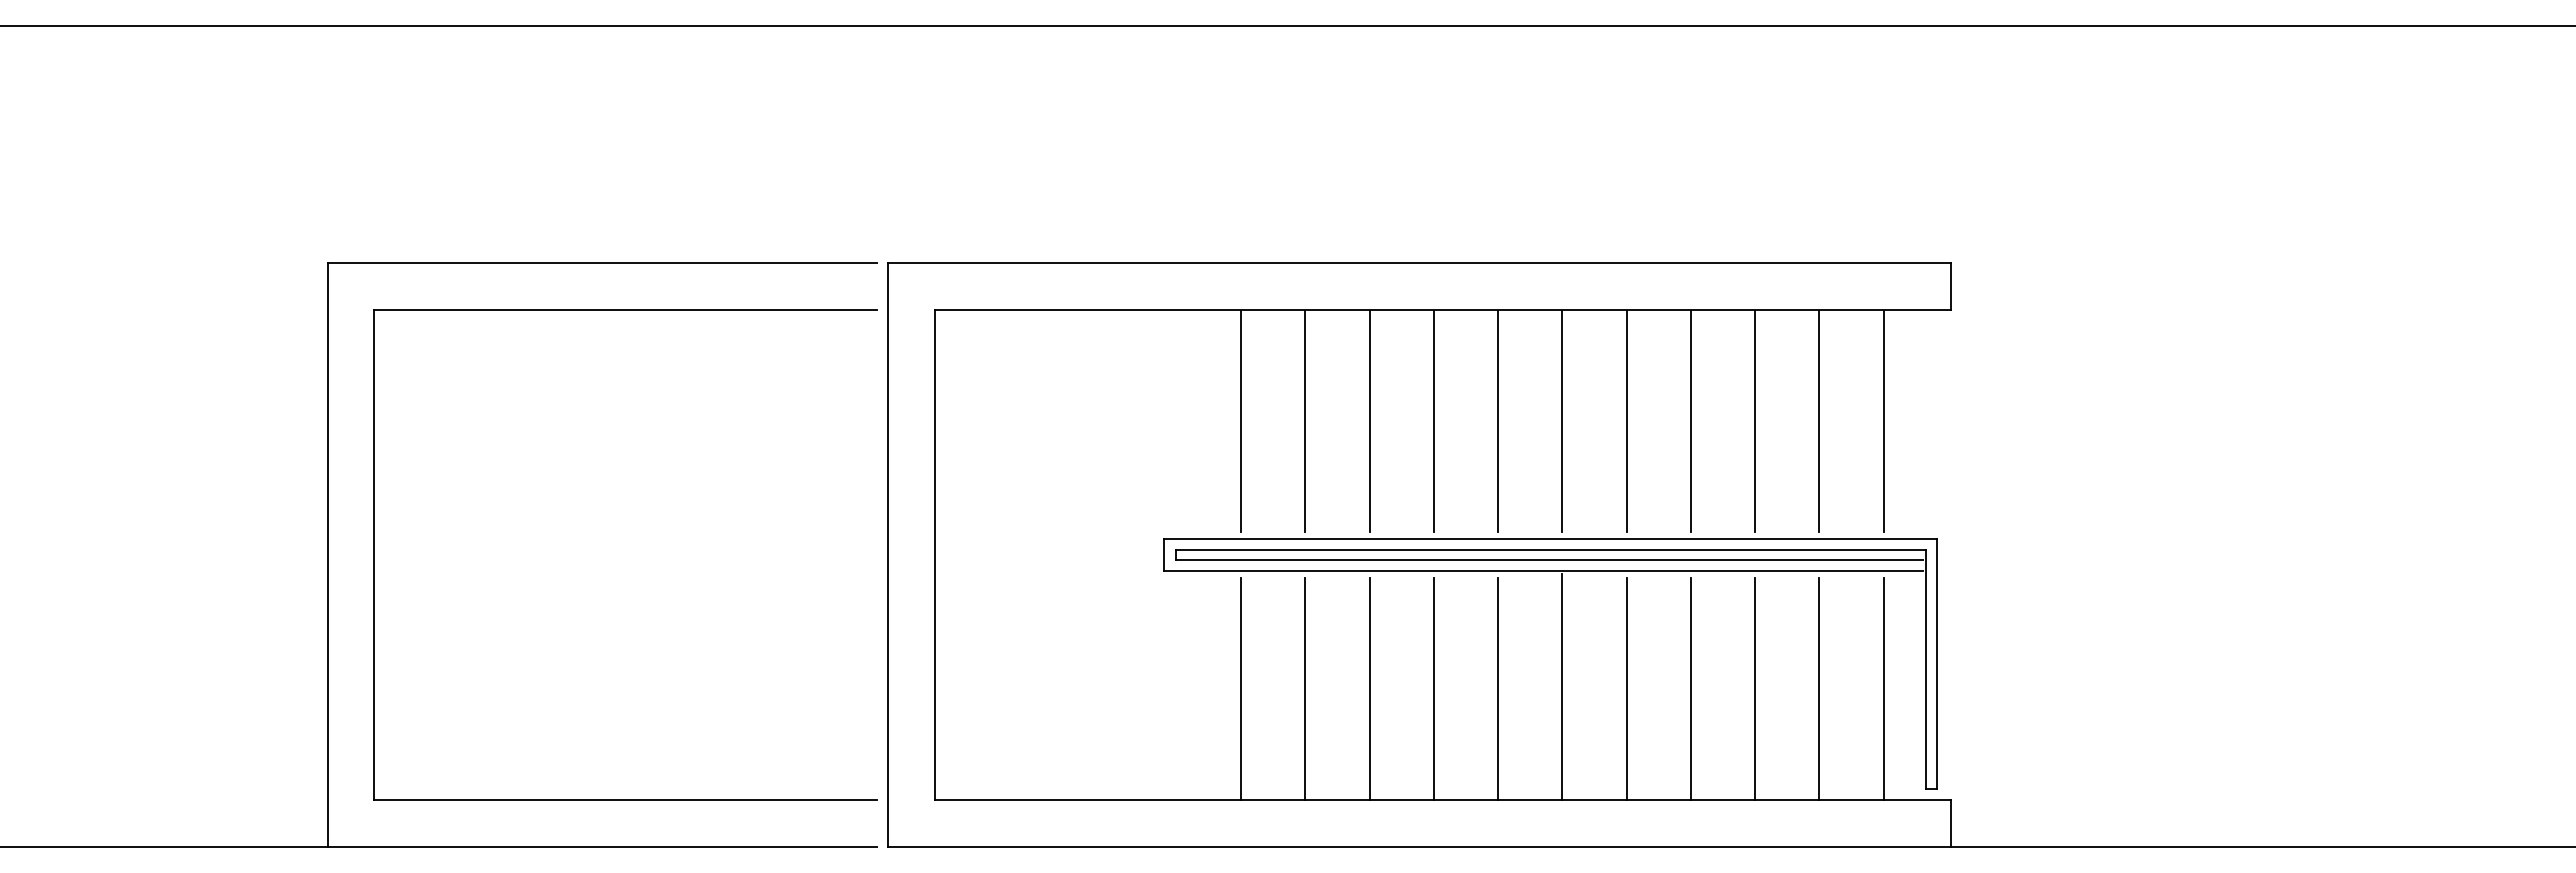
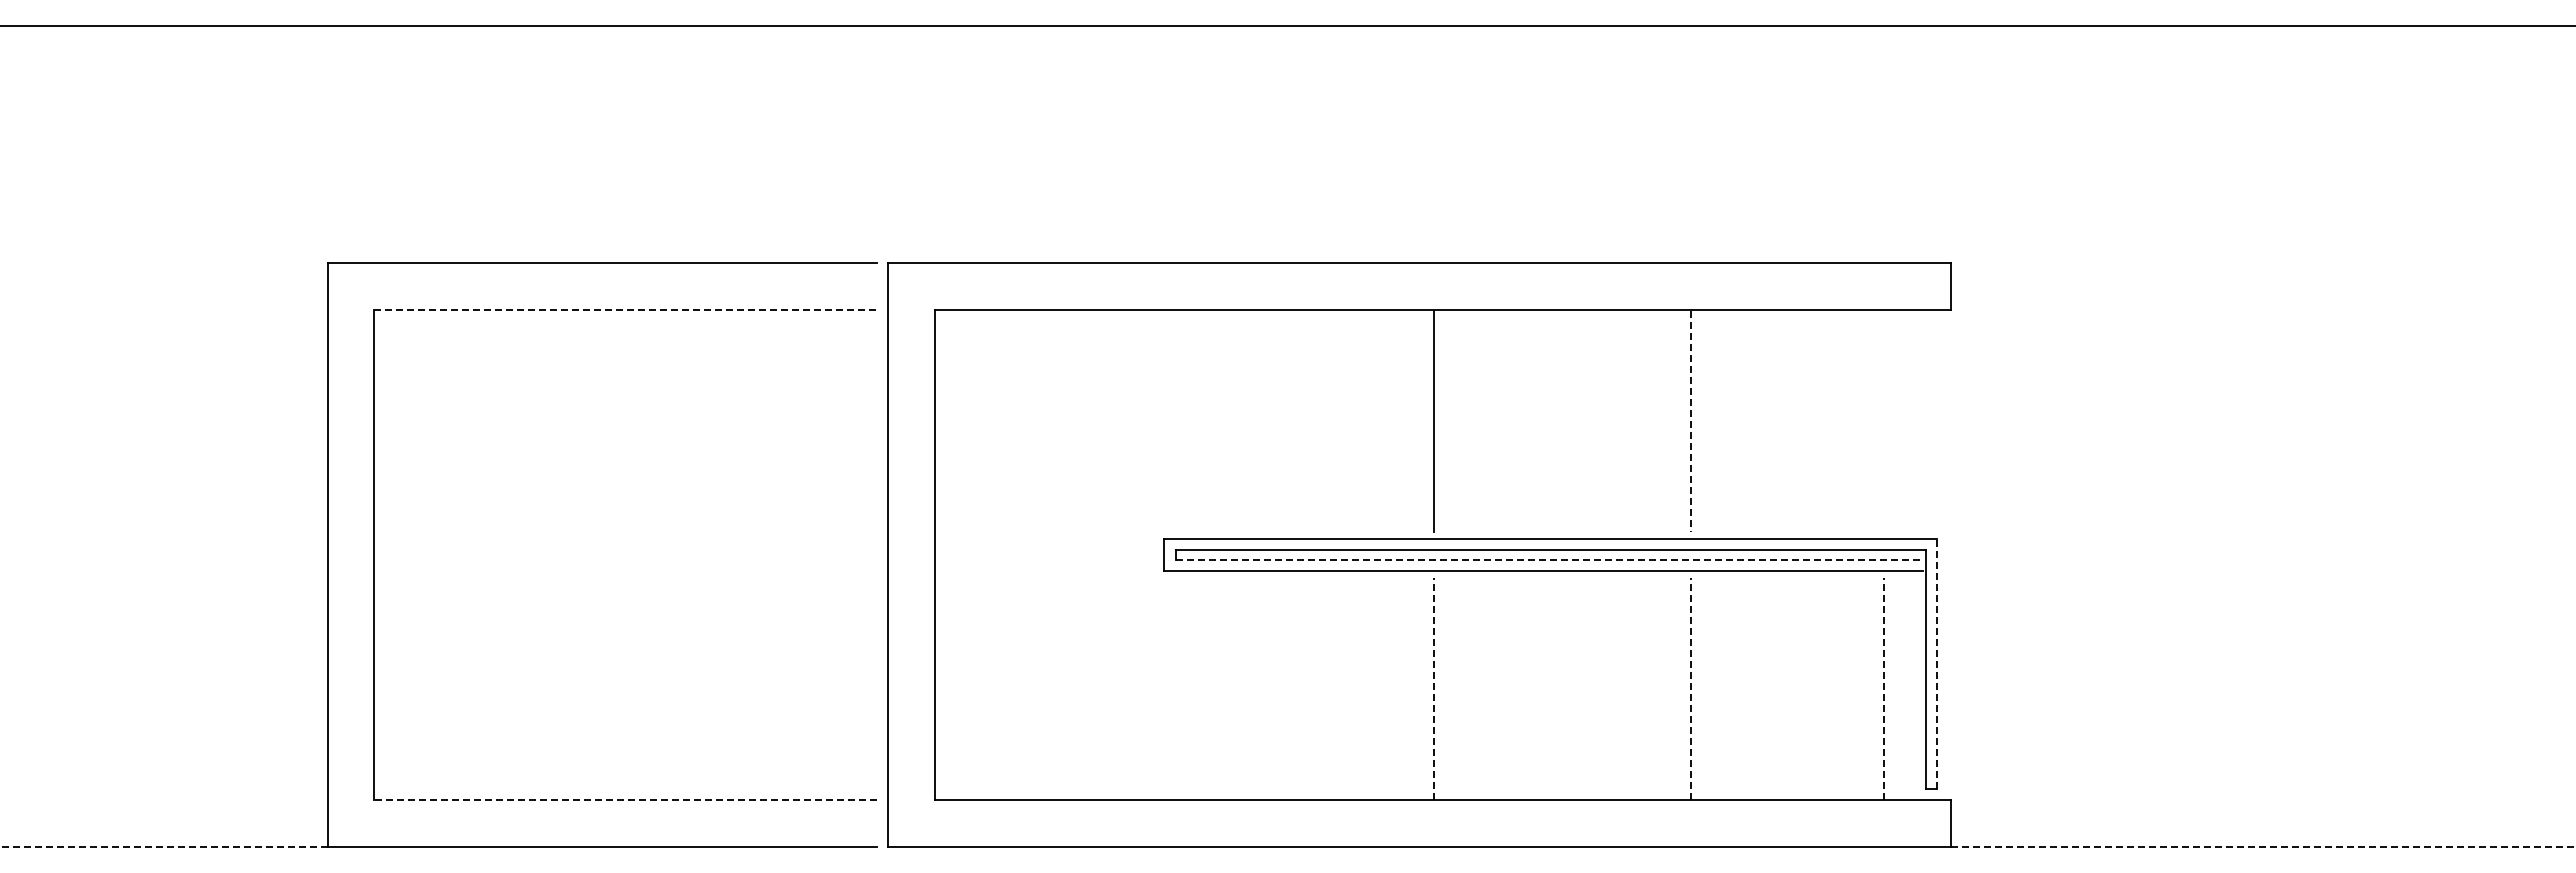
line at (625, 309): solid -> dashed
line at (1241, 421): present -> none
line at (1305, 421): present -> none
line at (1369, 421): present -> none
line at (1498, 421): present -> none
line at (1562, 421): present -> none
line at (1626, 421): present -> none
line at (1690, 421): solid -> dashed
line at (1755, 421): present -> none
line at (1819, 421): present -> none
line at (1883, 421): present -> none
line at (1549, 559): solid -> dashed
line at (1937, 663): solid -> dashed
line at (1562, 686): present -> none
line at (1241, 689): present -> none
line at (1305, 689): present -> none
line at (1369, 689): present -> none
line at (1433, 689): solid -> dashed
line at (1498, 689): present -> none
line at (1626, 689): present -> none
line at (1690, 689): solid -> dashed
line at (1755, 689): present -> none
line at (1819, 689): present -> none
line at (1883, 689): solid -> dashed
line at (624, 800): solid -> dashed
line at (163, 846): solid -> dashed
line at (2263, 846): solid -> dashed
